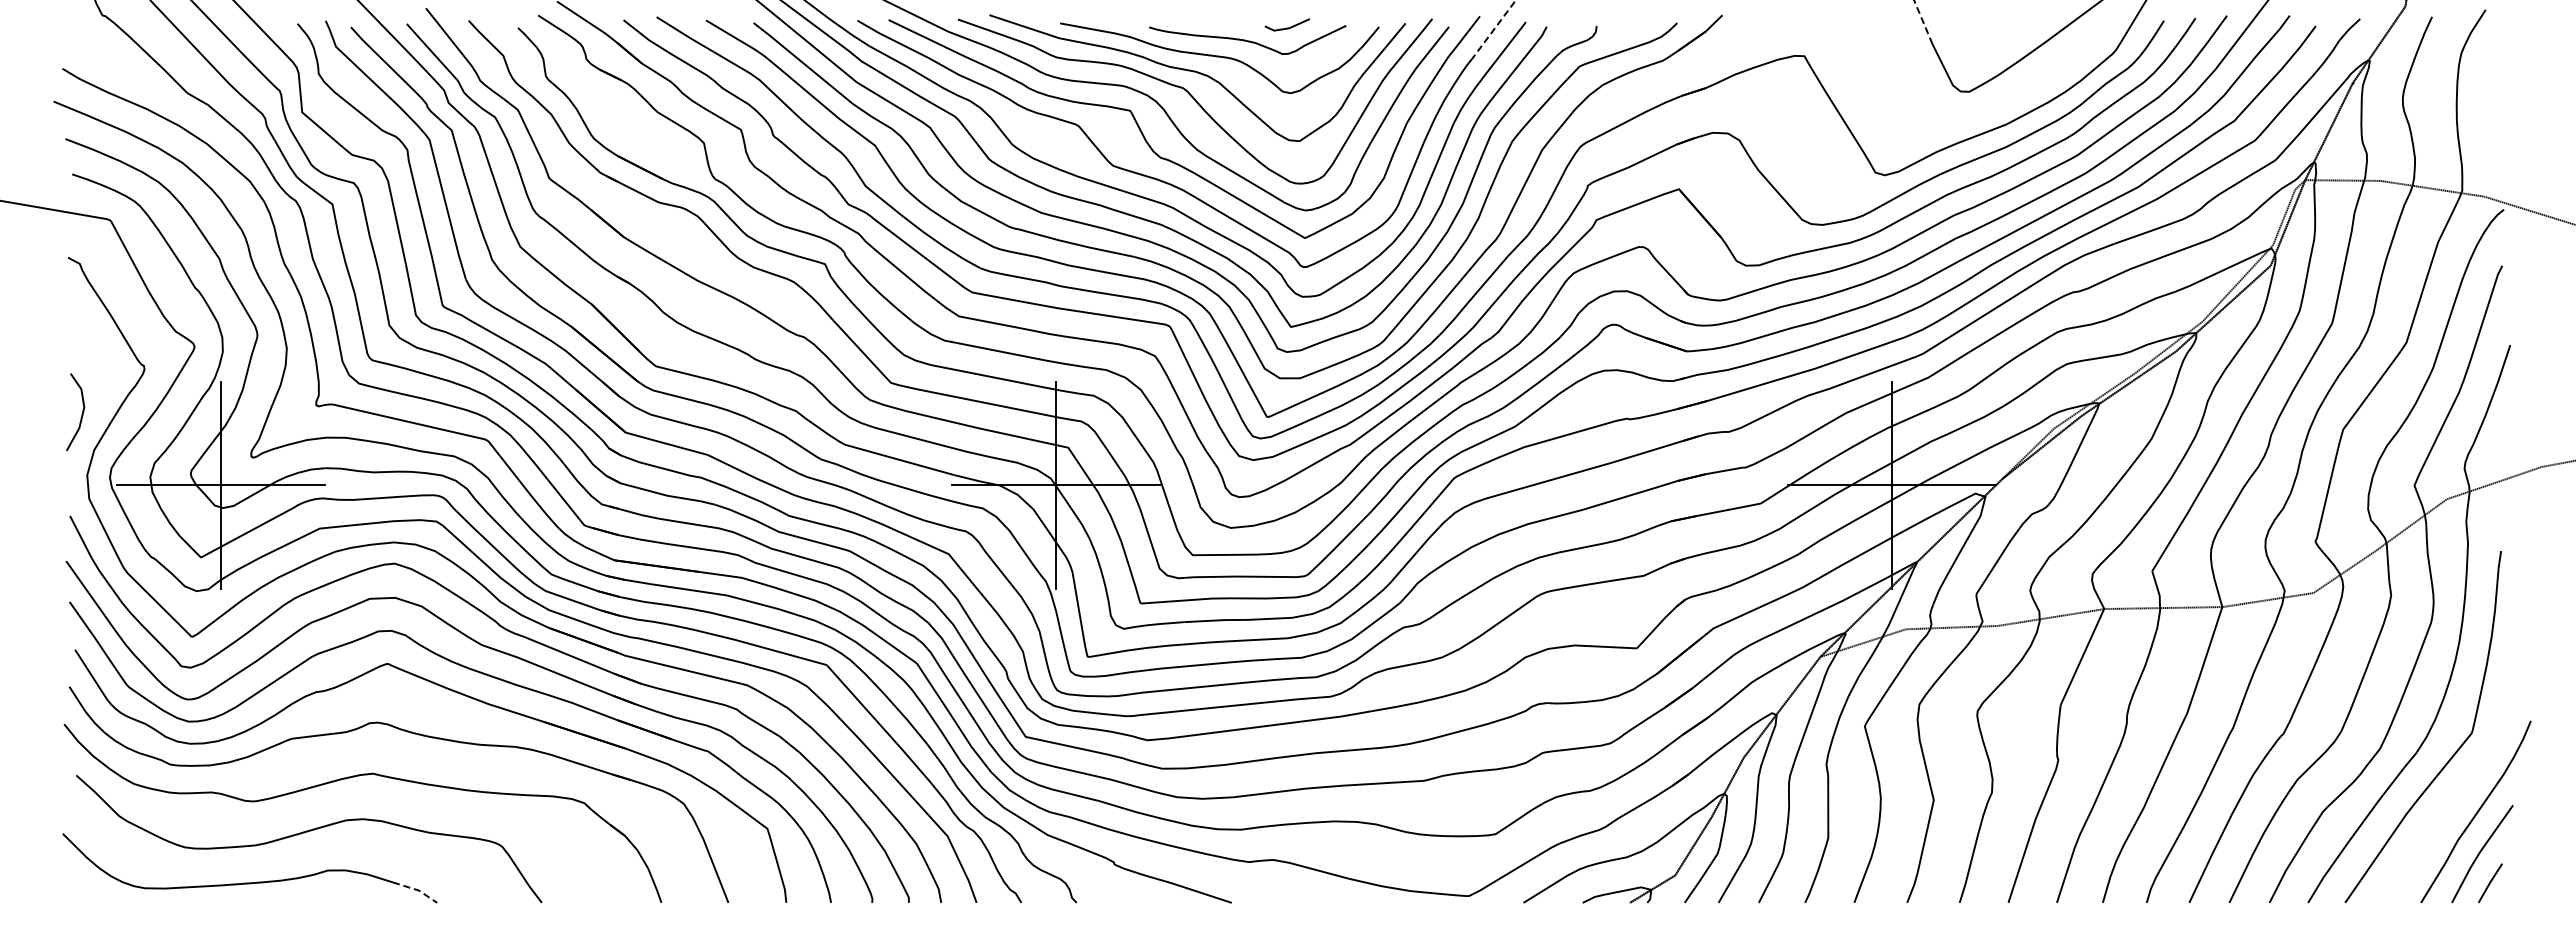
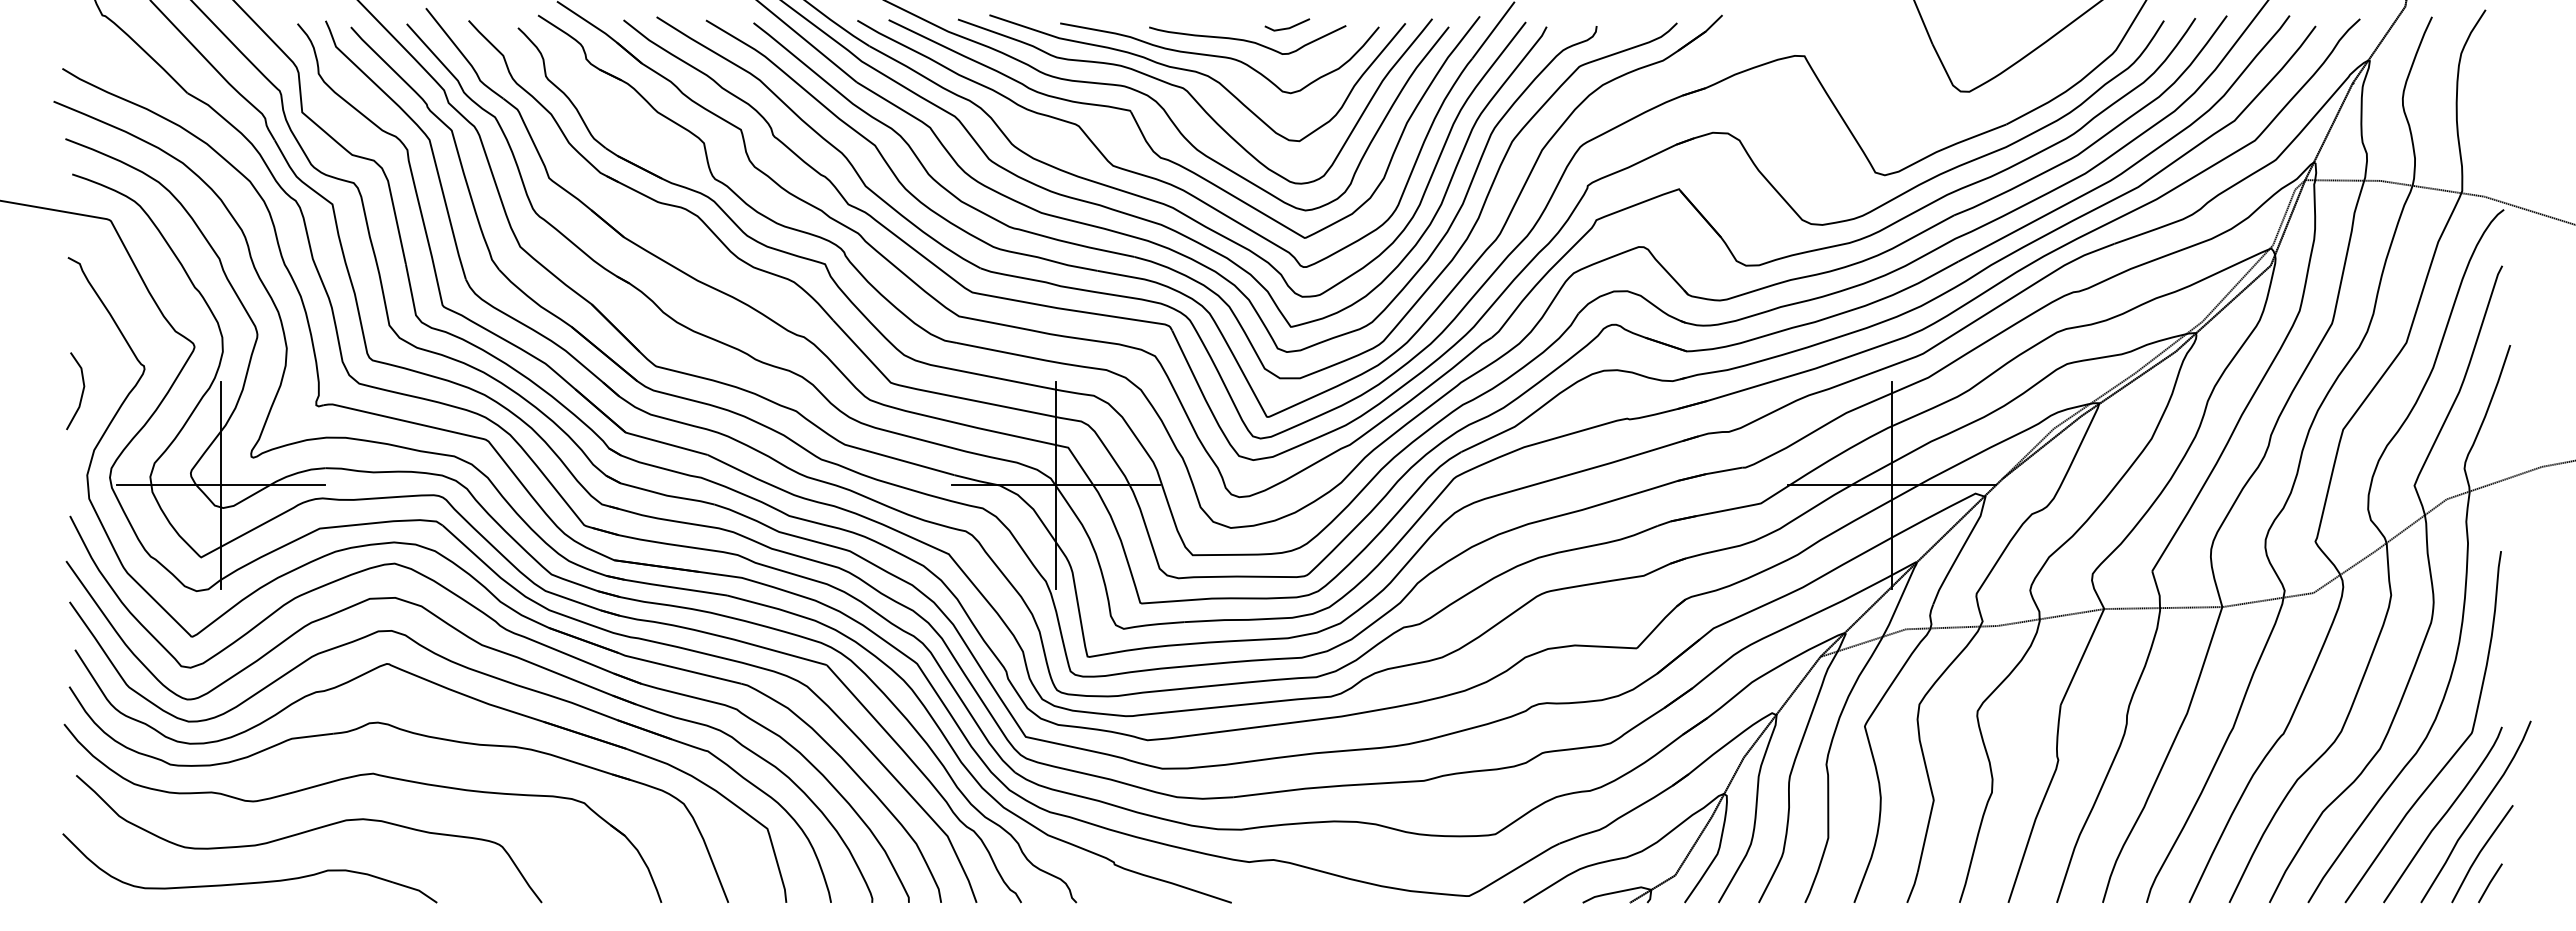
line at (1923, 22): dashed -> solid
line at (1493, 30): dashed -> solid
line at (81, 414) position: (81, 414) -> (81, 393)
curve at (2443, 814): none -> present
line at (416, 889): dashed -> solid
